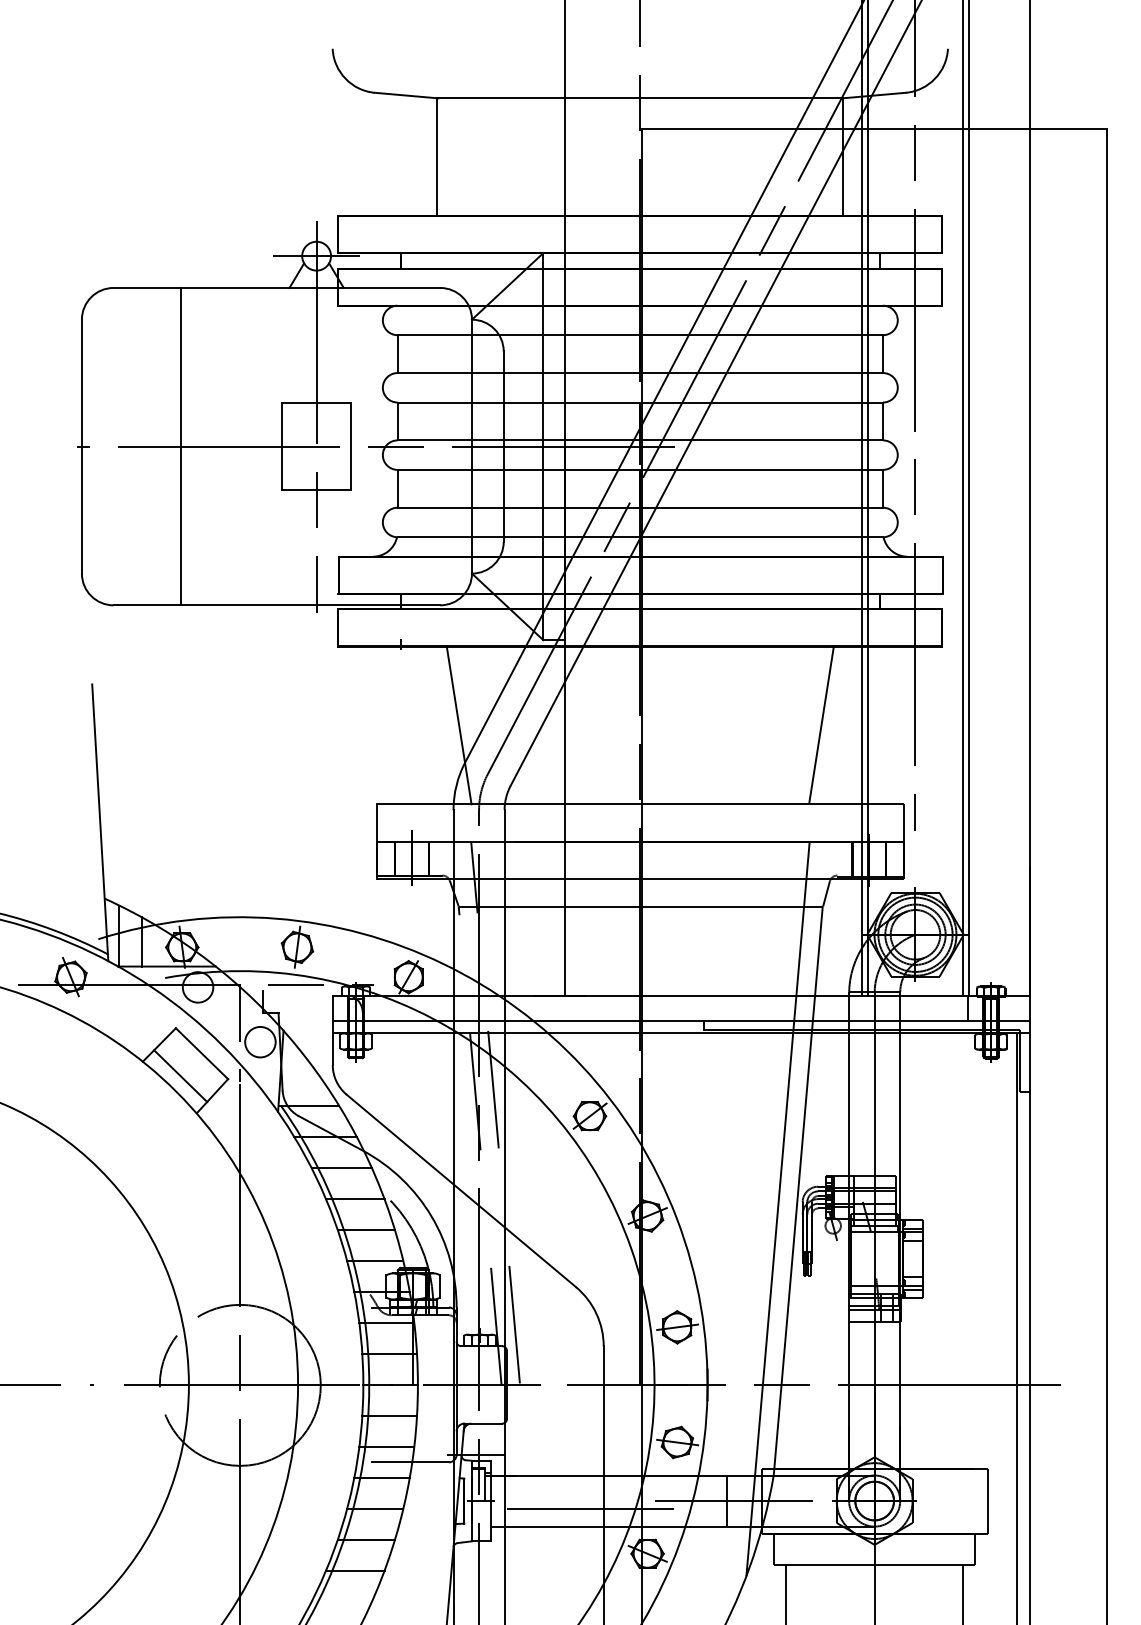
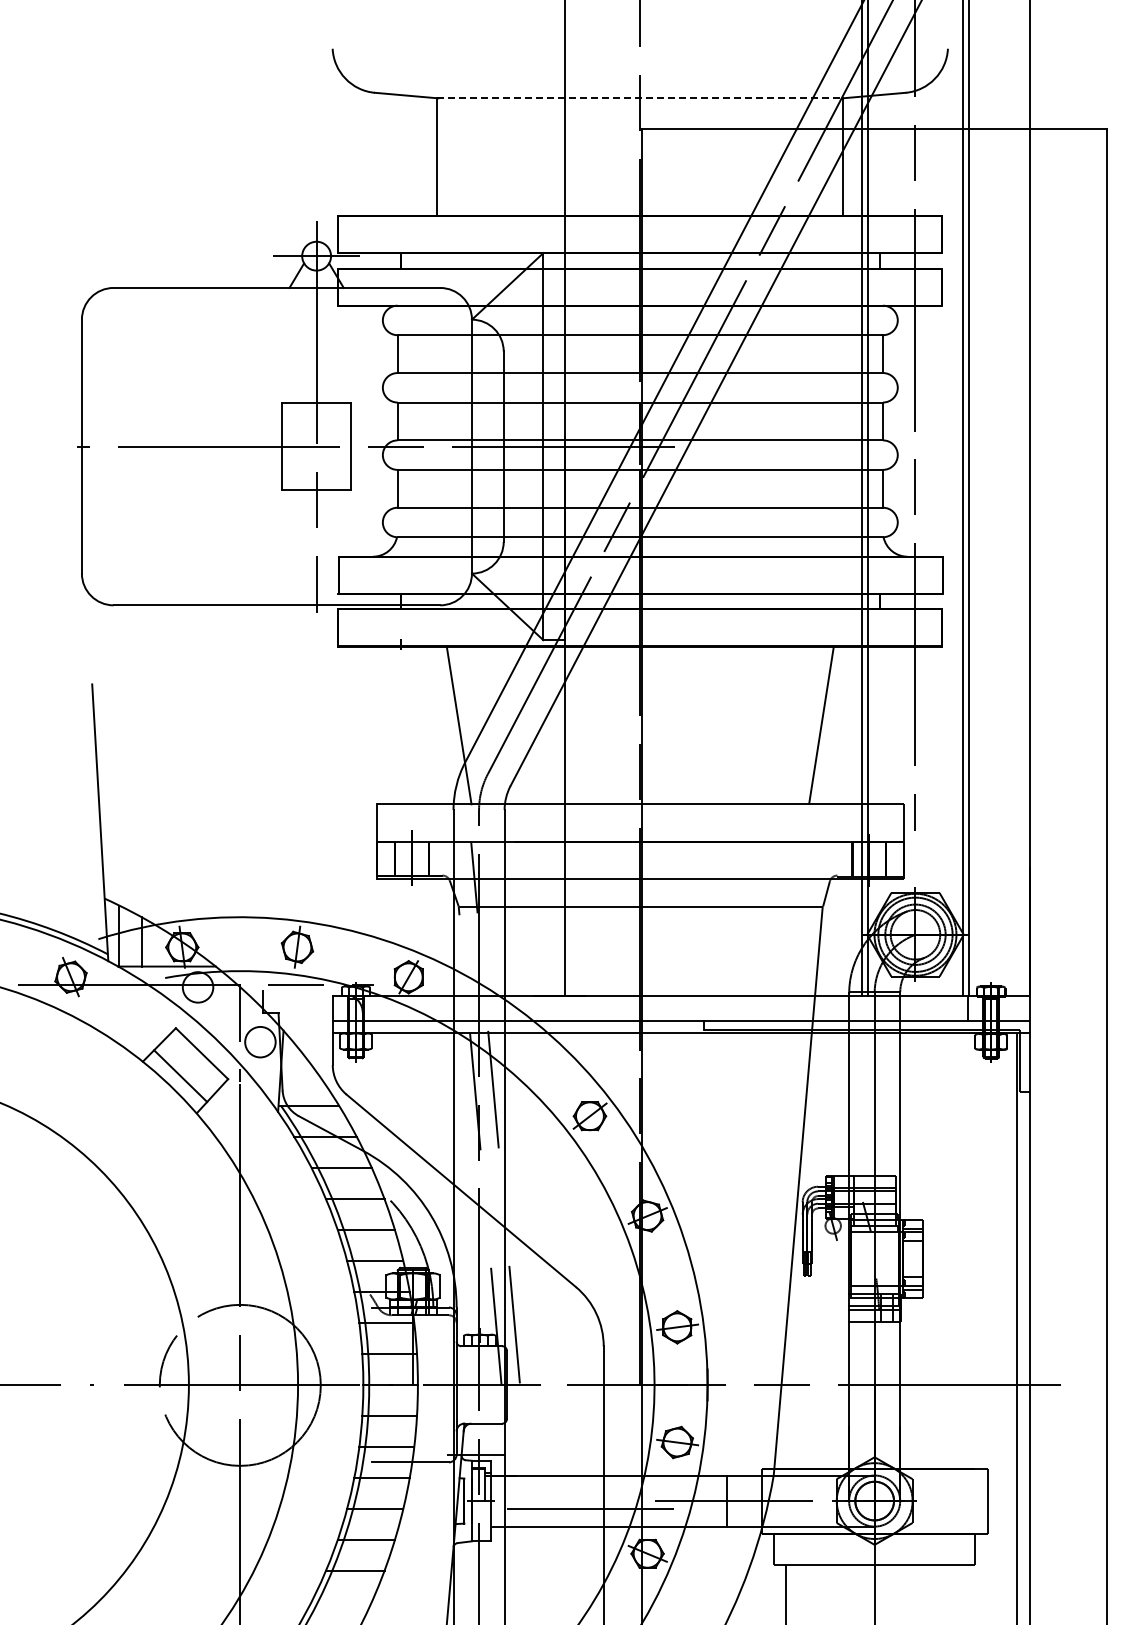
line at (640, 98): solid -> dashed
line at (181, 446): present -> none
line at (777, 1208): present -> none
line at (962, 1592): present -> none
